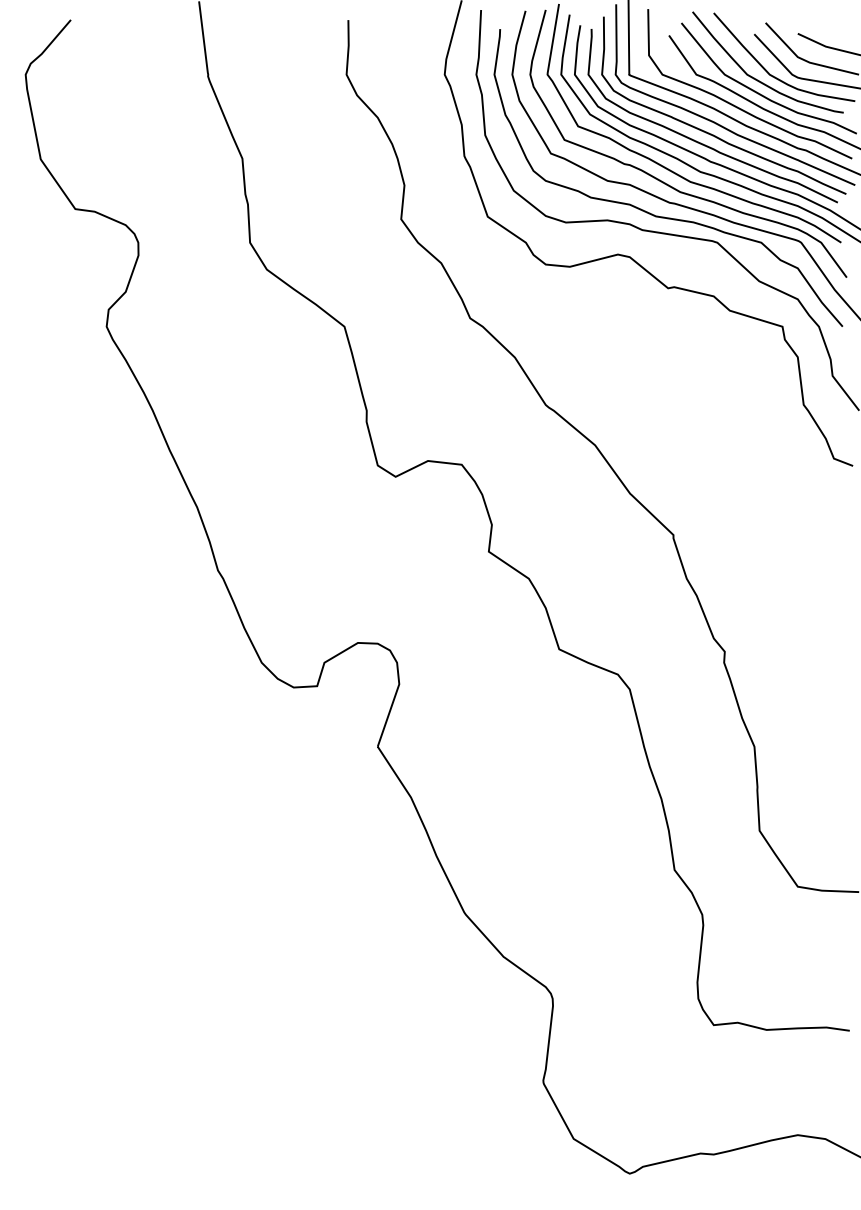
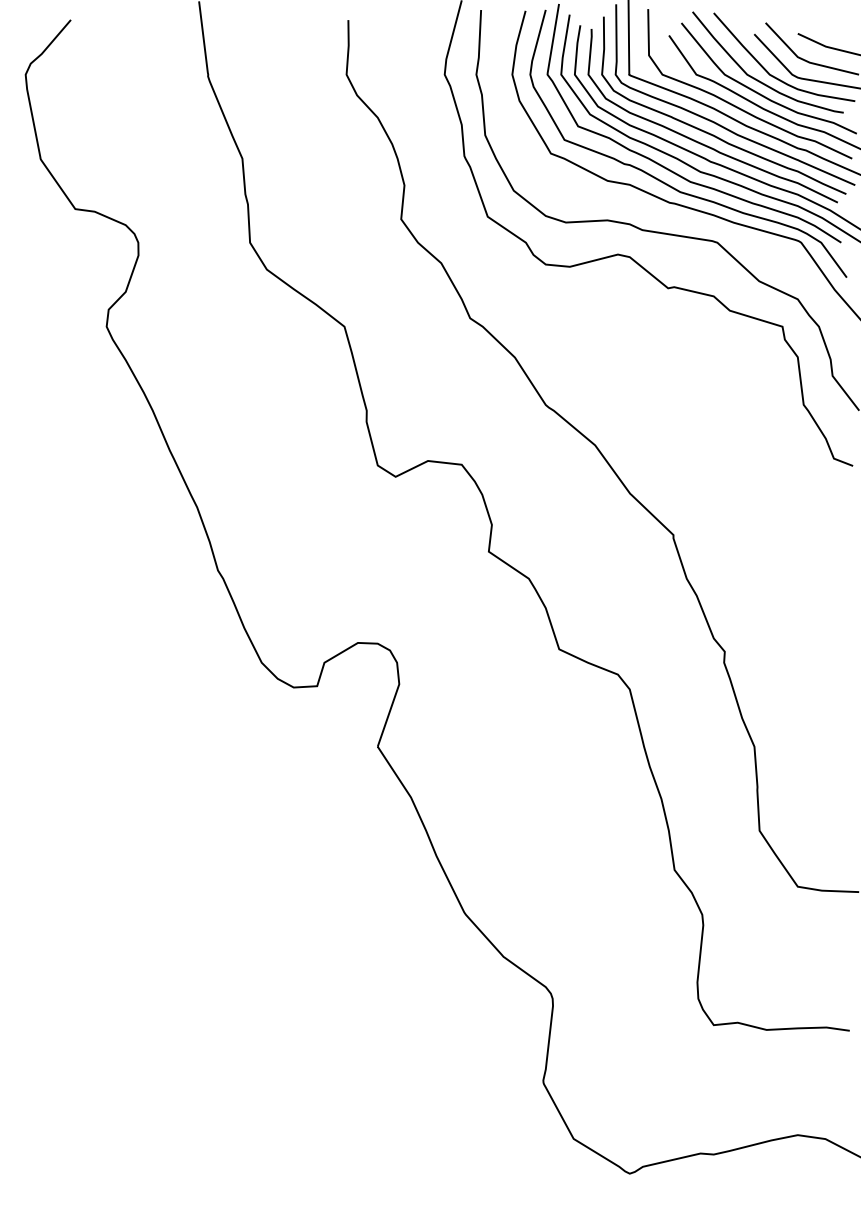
curve at (664, 216): present -> none
